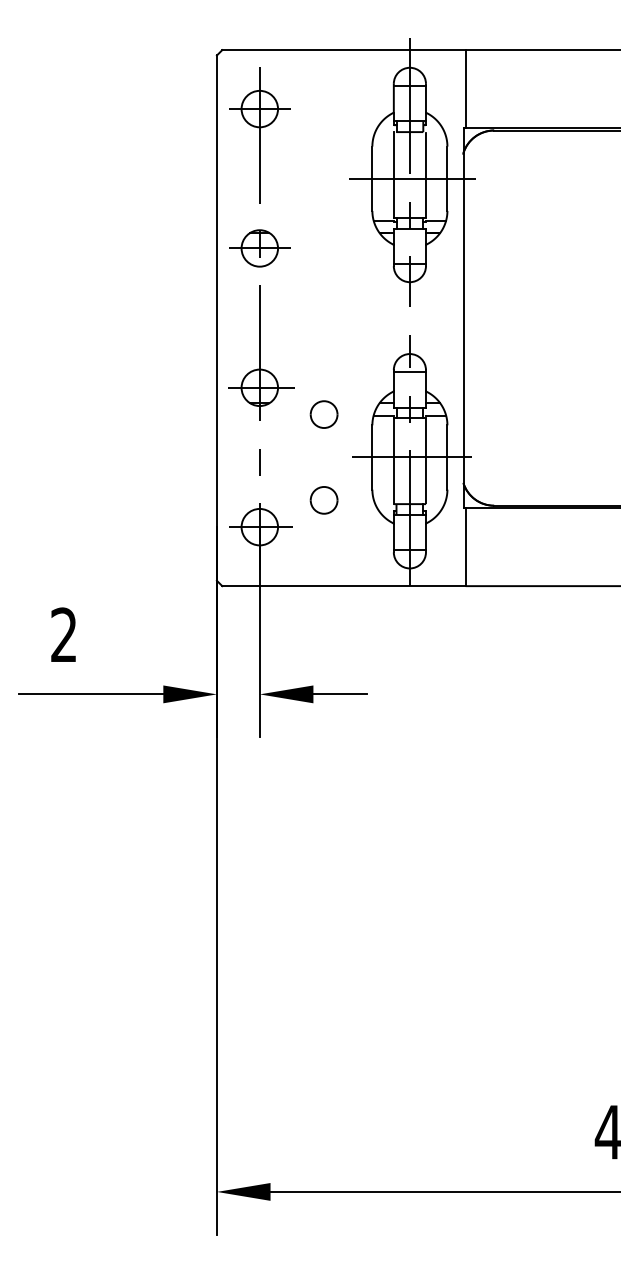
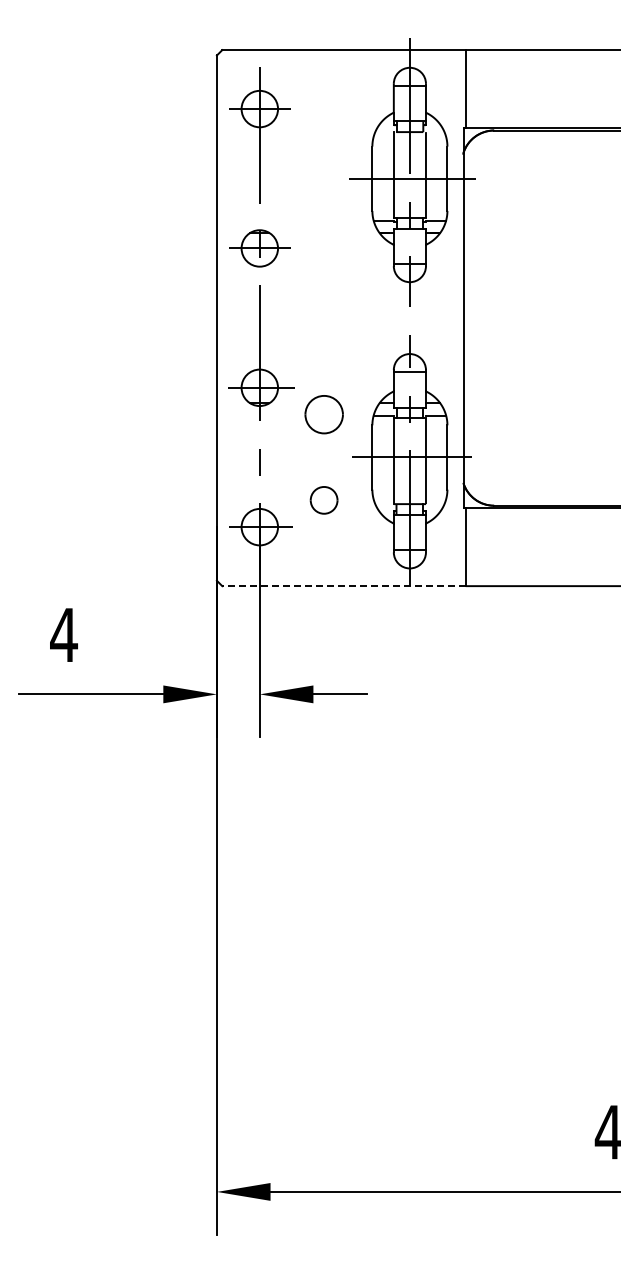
part at (323, 414) size: 30x29 px -> 40x40 px
line at (343, 586): solid -> dashed
text at (63, 634): 2 -> 4
